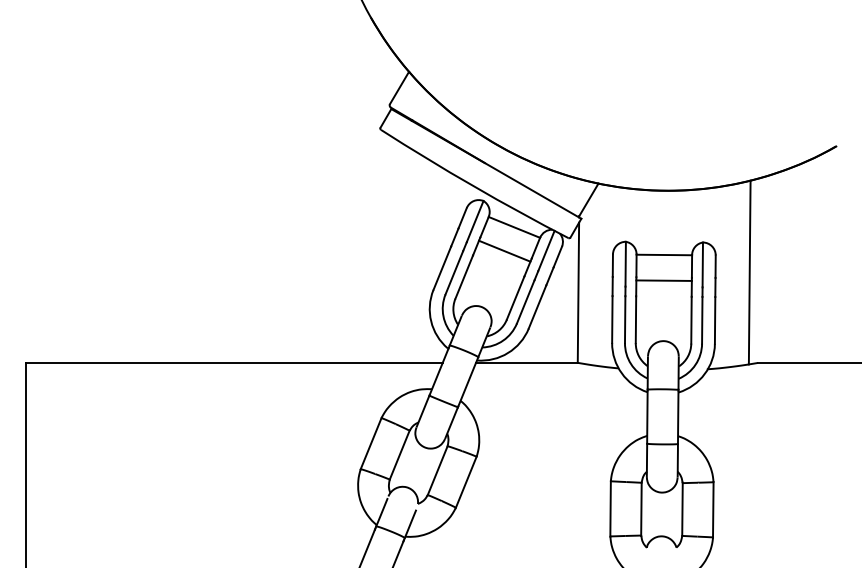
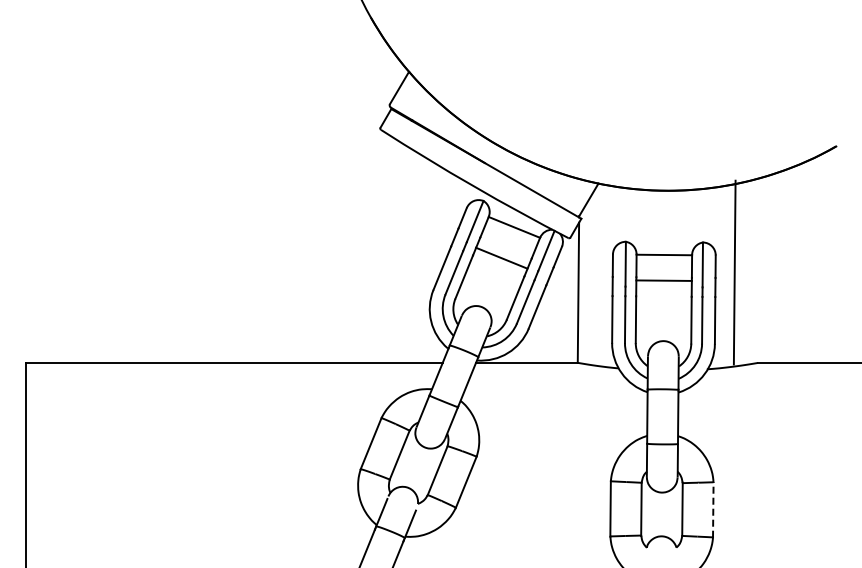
line at (504, 250) position: (504, 250) -> (501, 257)
line at (749, 272) position: (749, 272) -> (734, 272)
line at (713, 509): solid -> dashed
